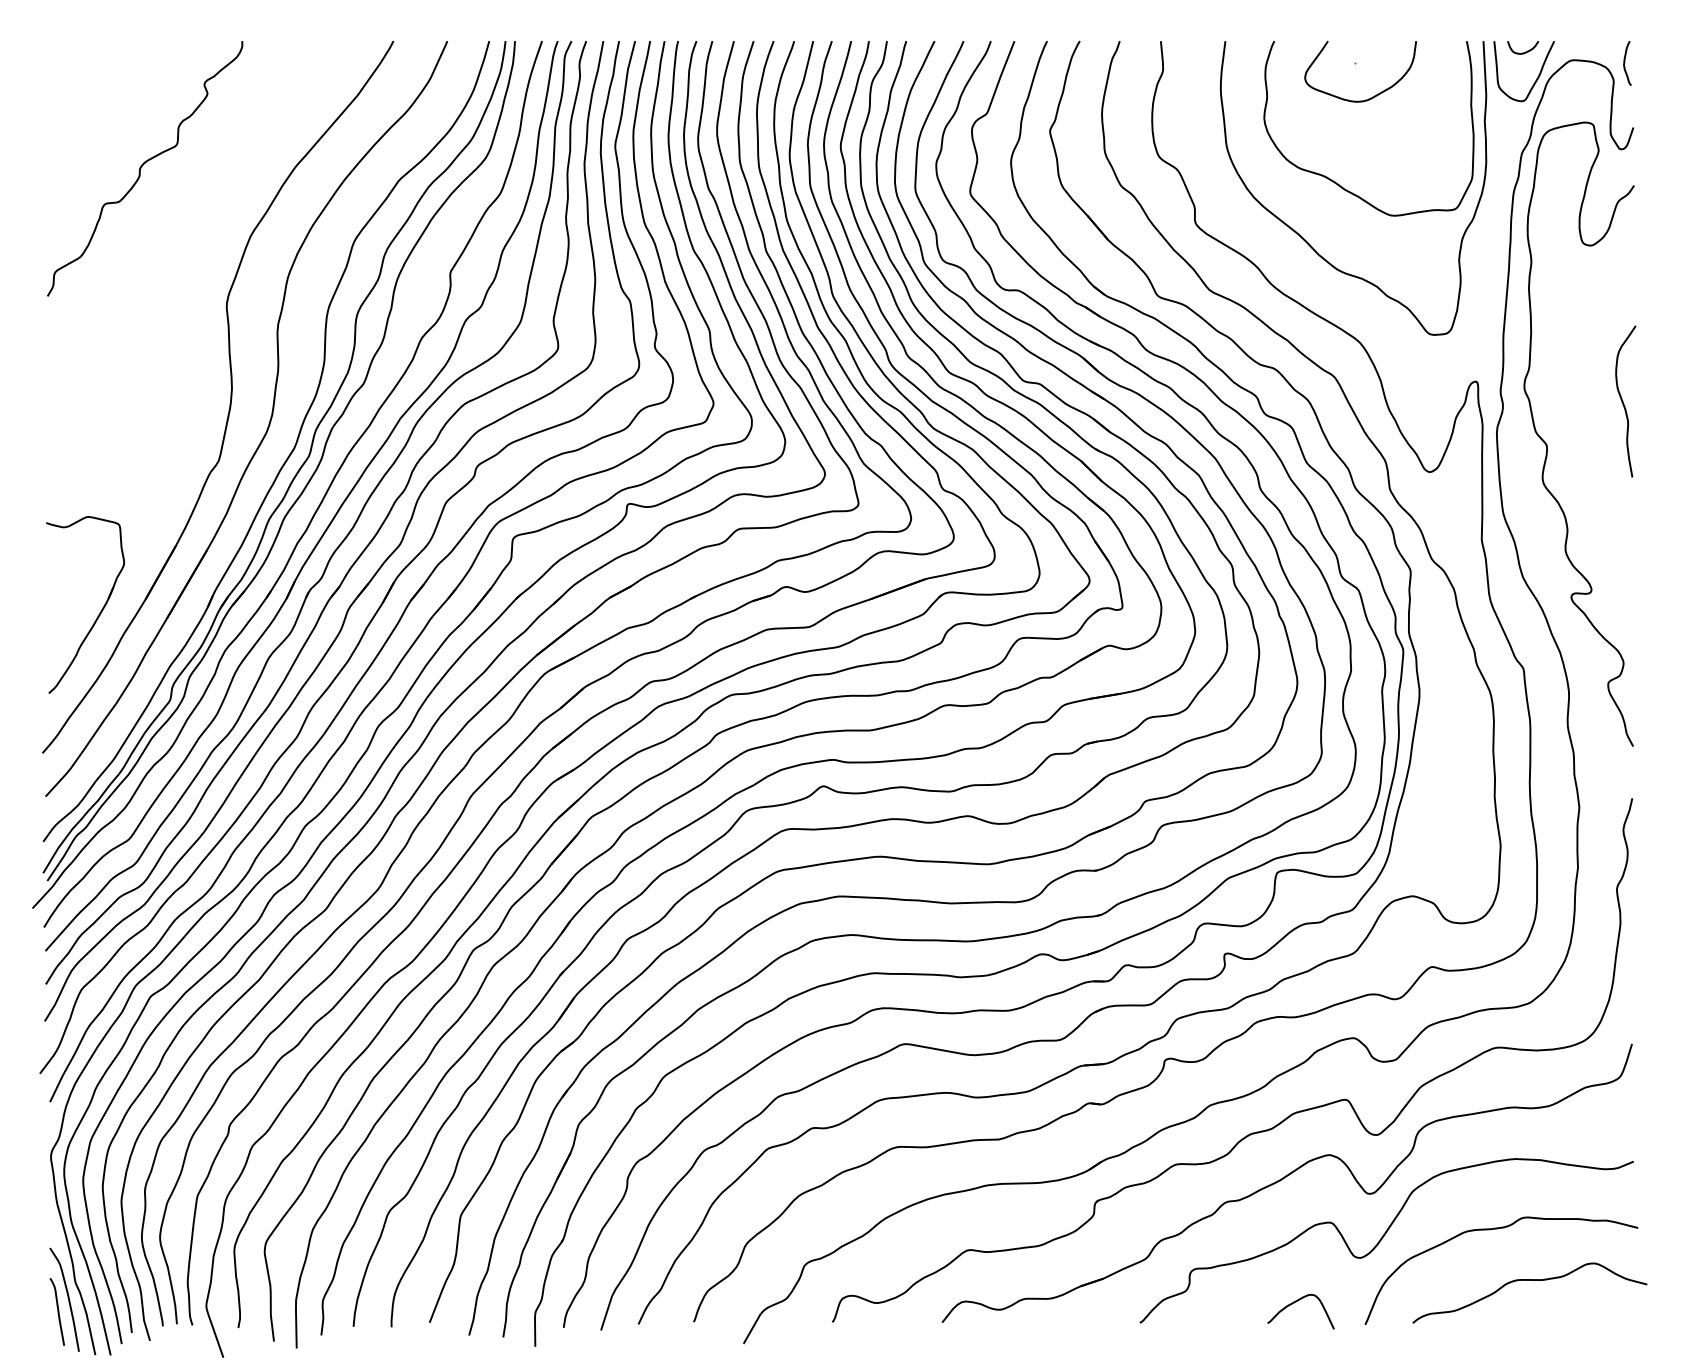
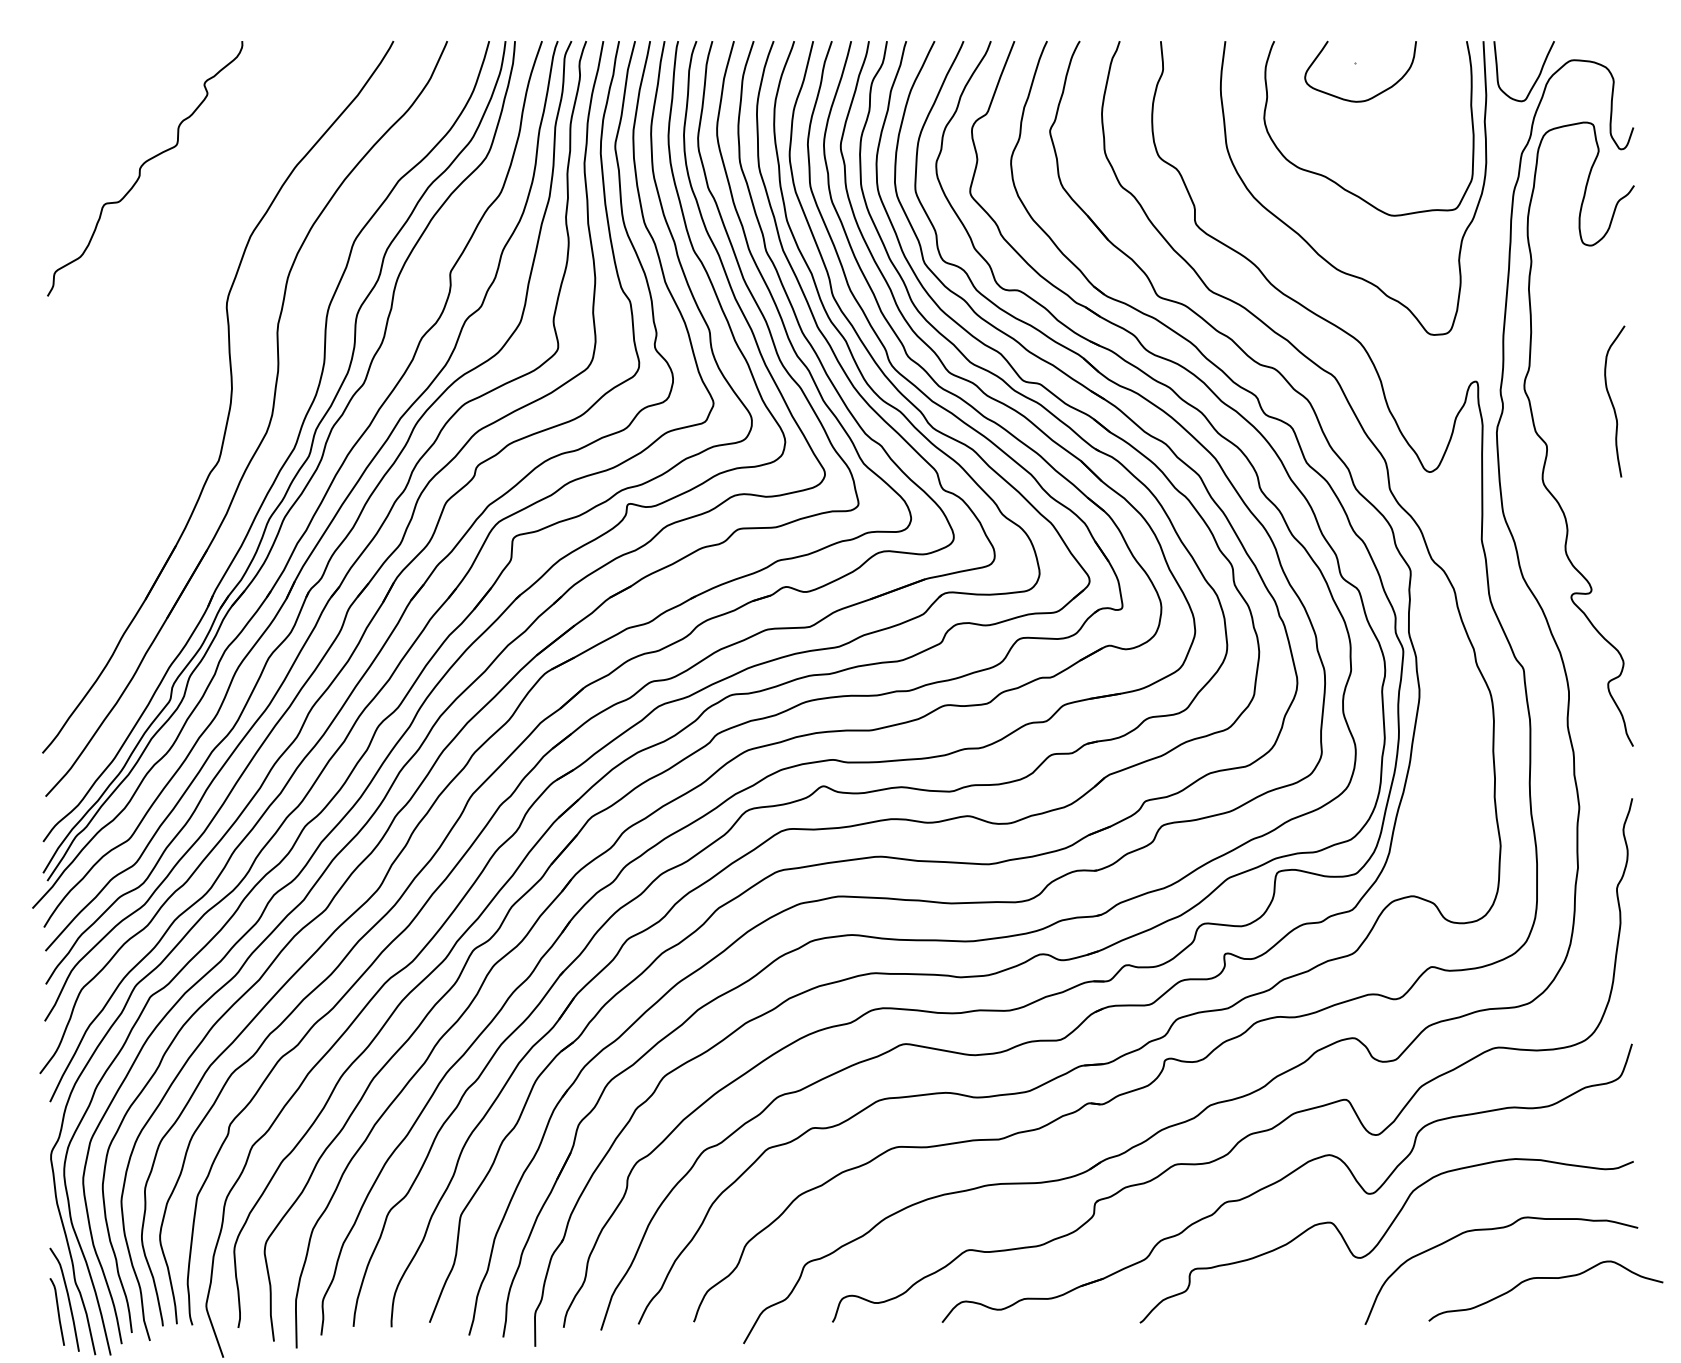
curve at (1525, 51): present -> none
curve at (1625, 63): present -> none
curve at (1623, 401) position: (1623, 401) -> (1612, 401)
part at (99, 612): present -> none
curve at (1529, 1280) position: (1529, 1280) -> (1545, 1278)
curve at (1296, 1302): present -> none
